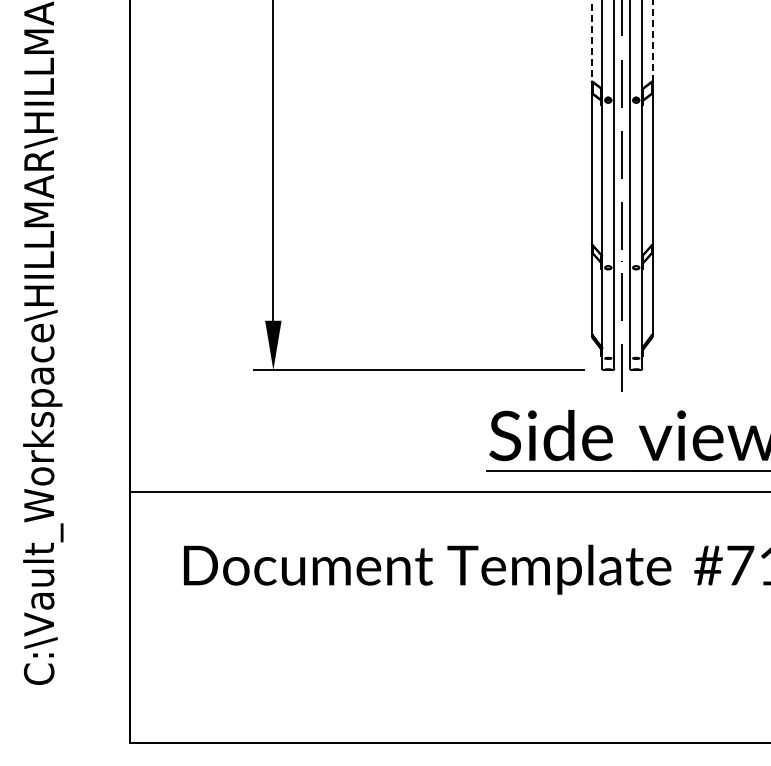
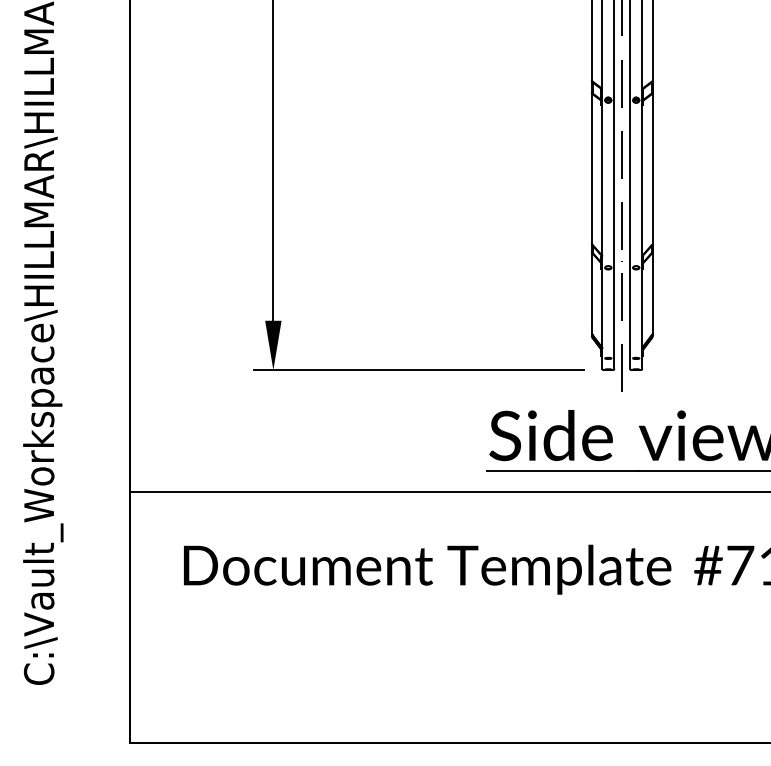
line at (591, 41): dashed -> solid
line at (652, 41): dashed -> solid
